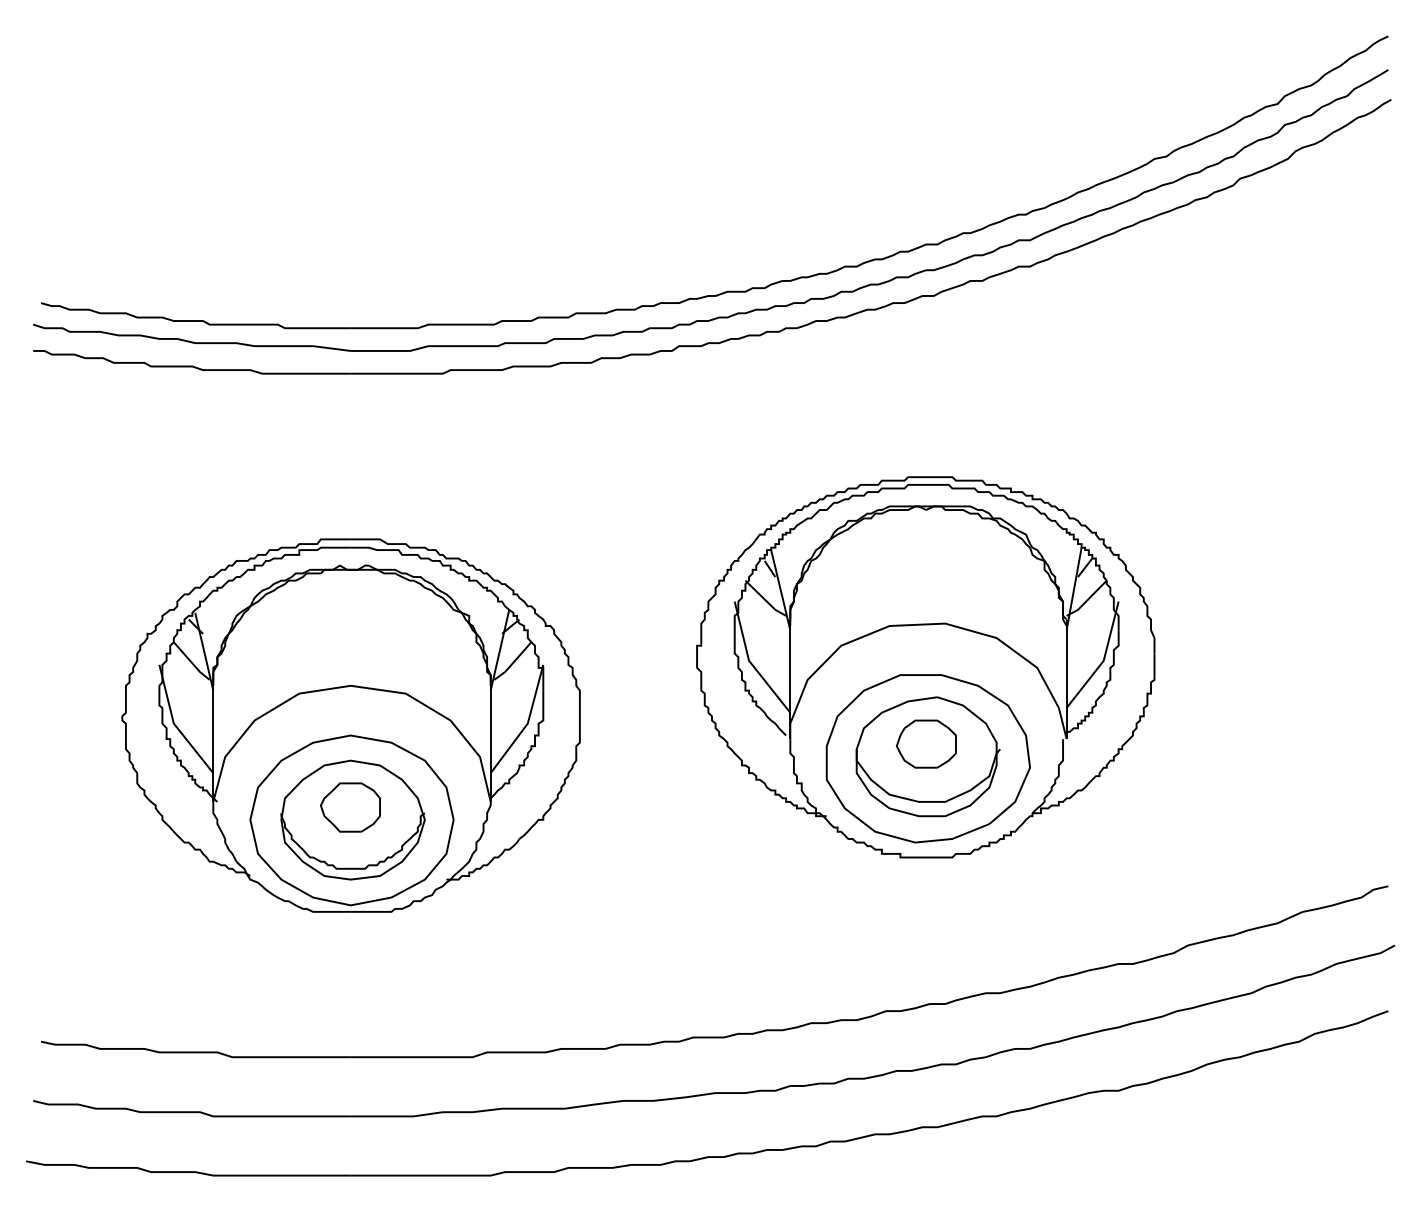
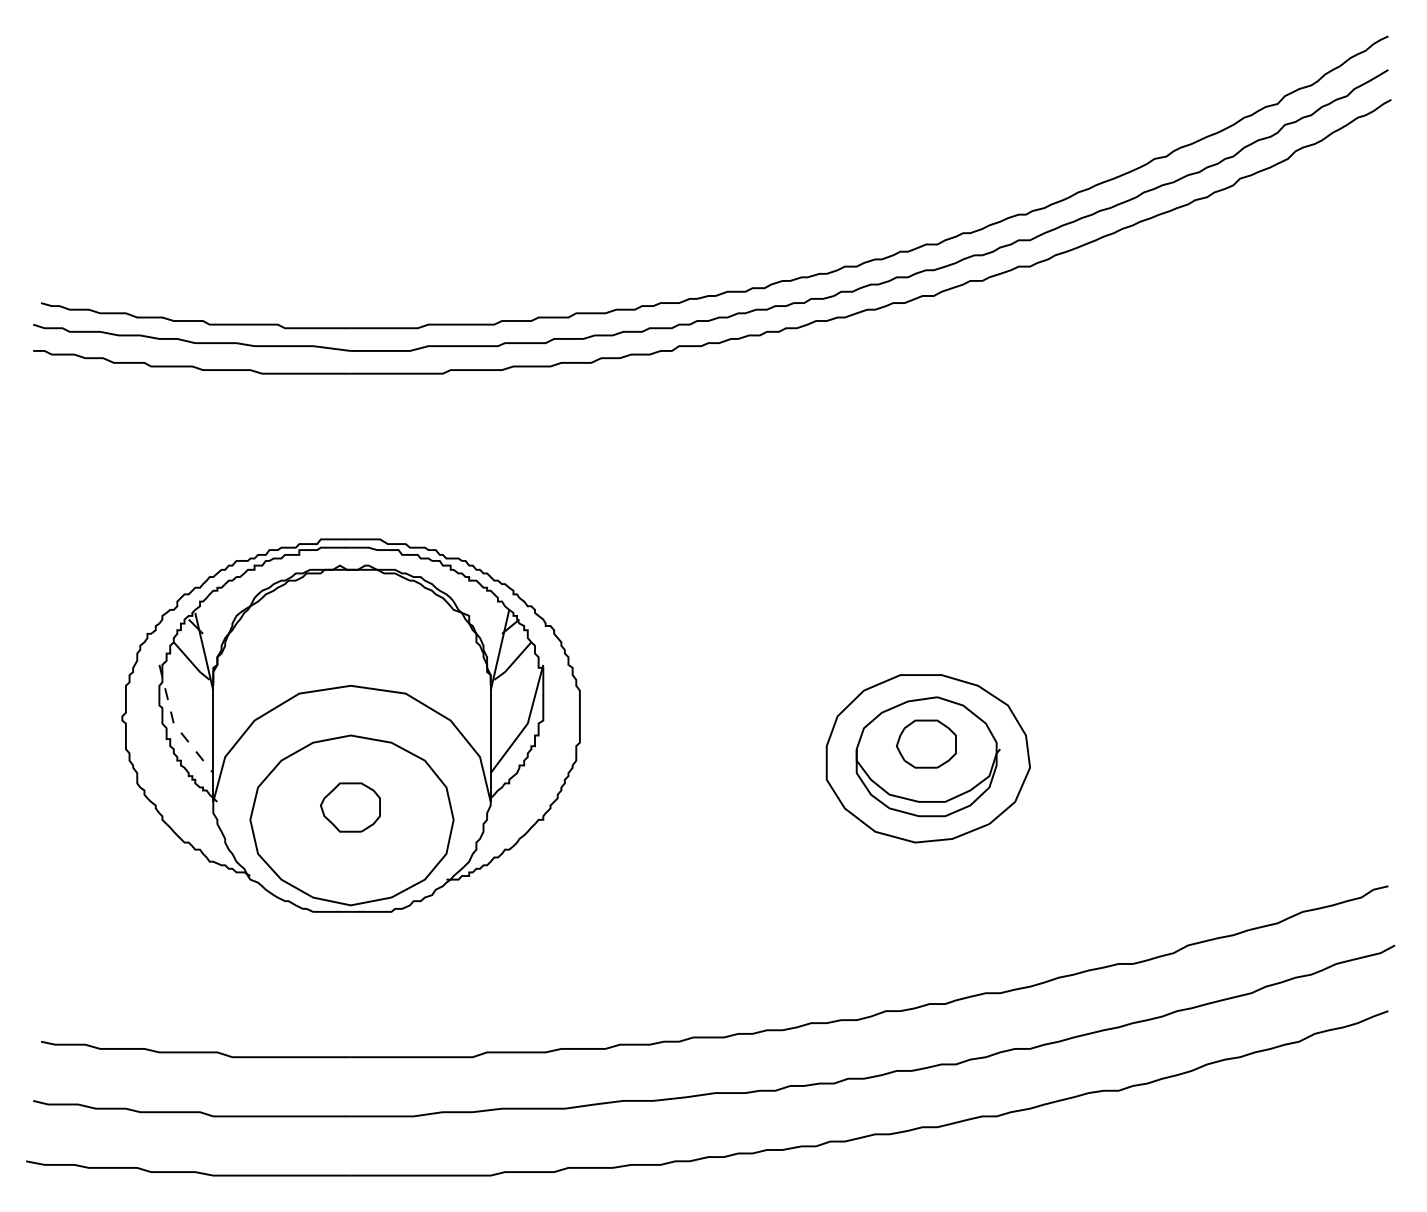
part at (925, 667): present -> none
line at (174, 724): solid -> dashed
part at (352, 819): present -> none
